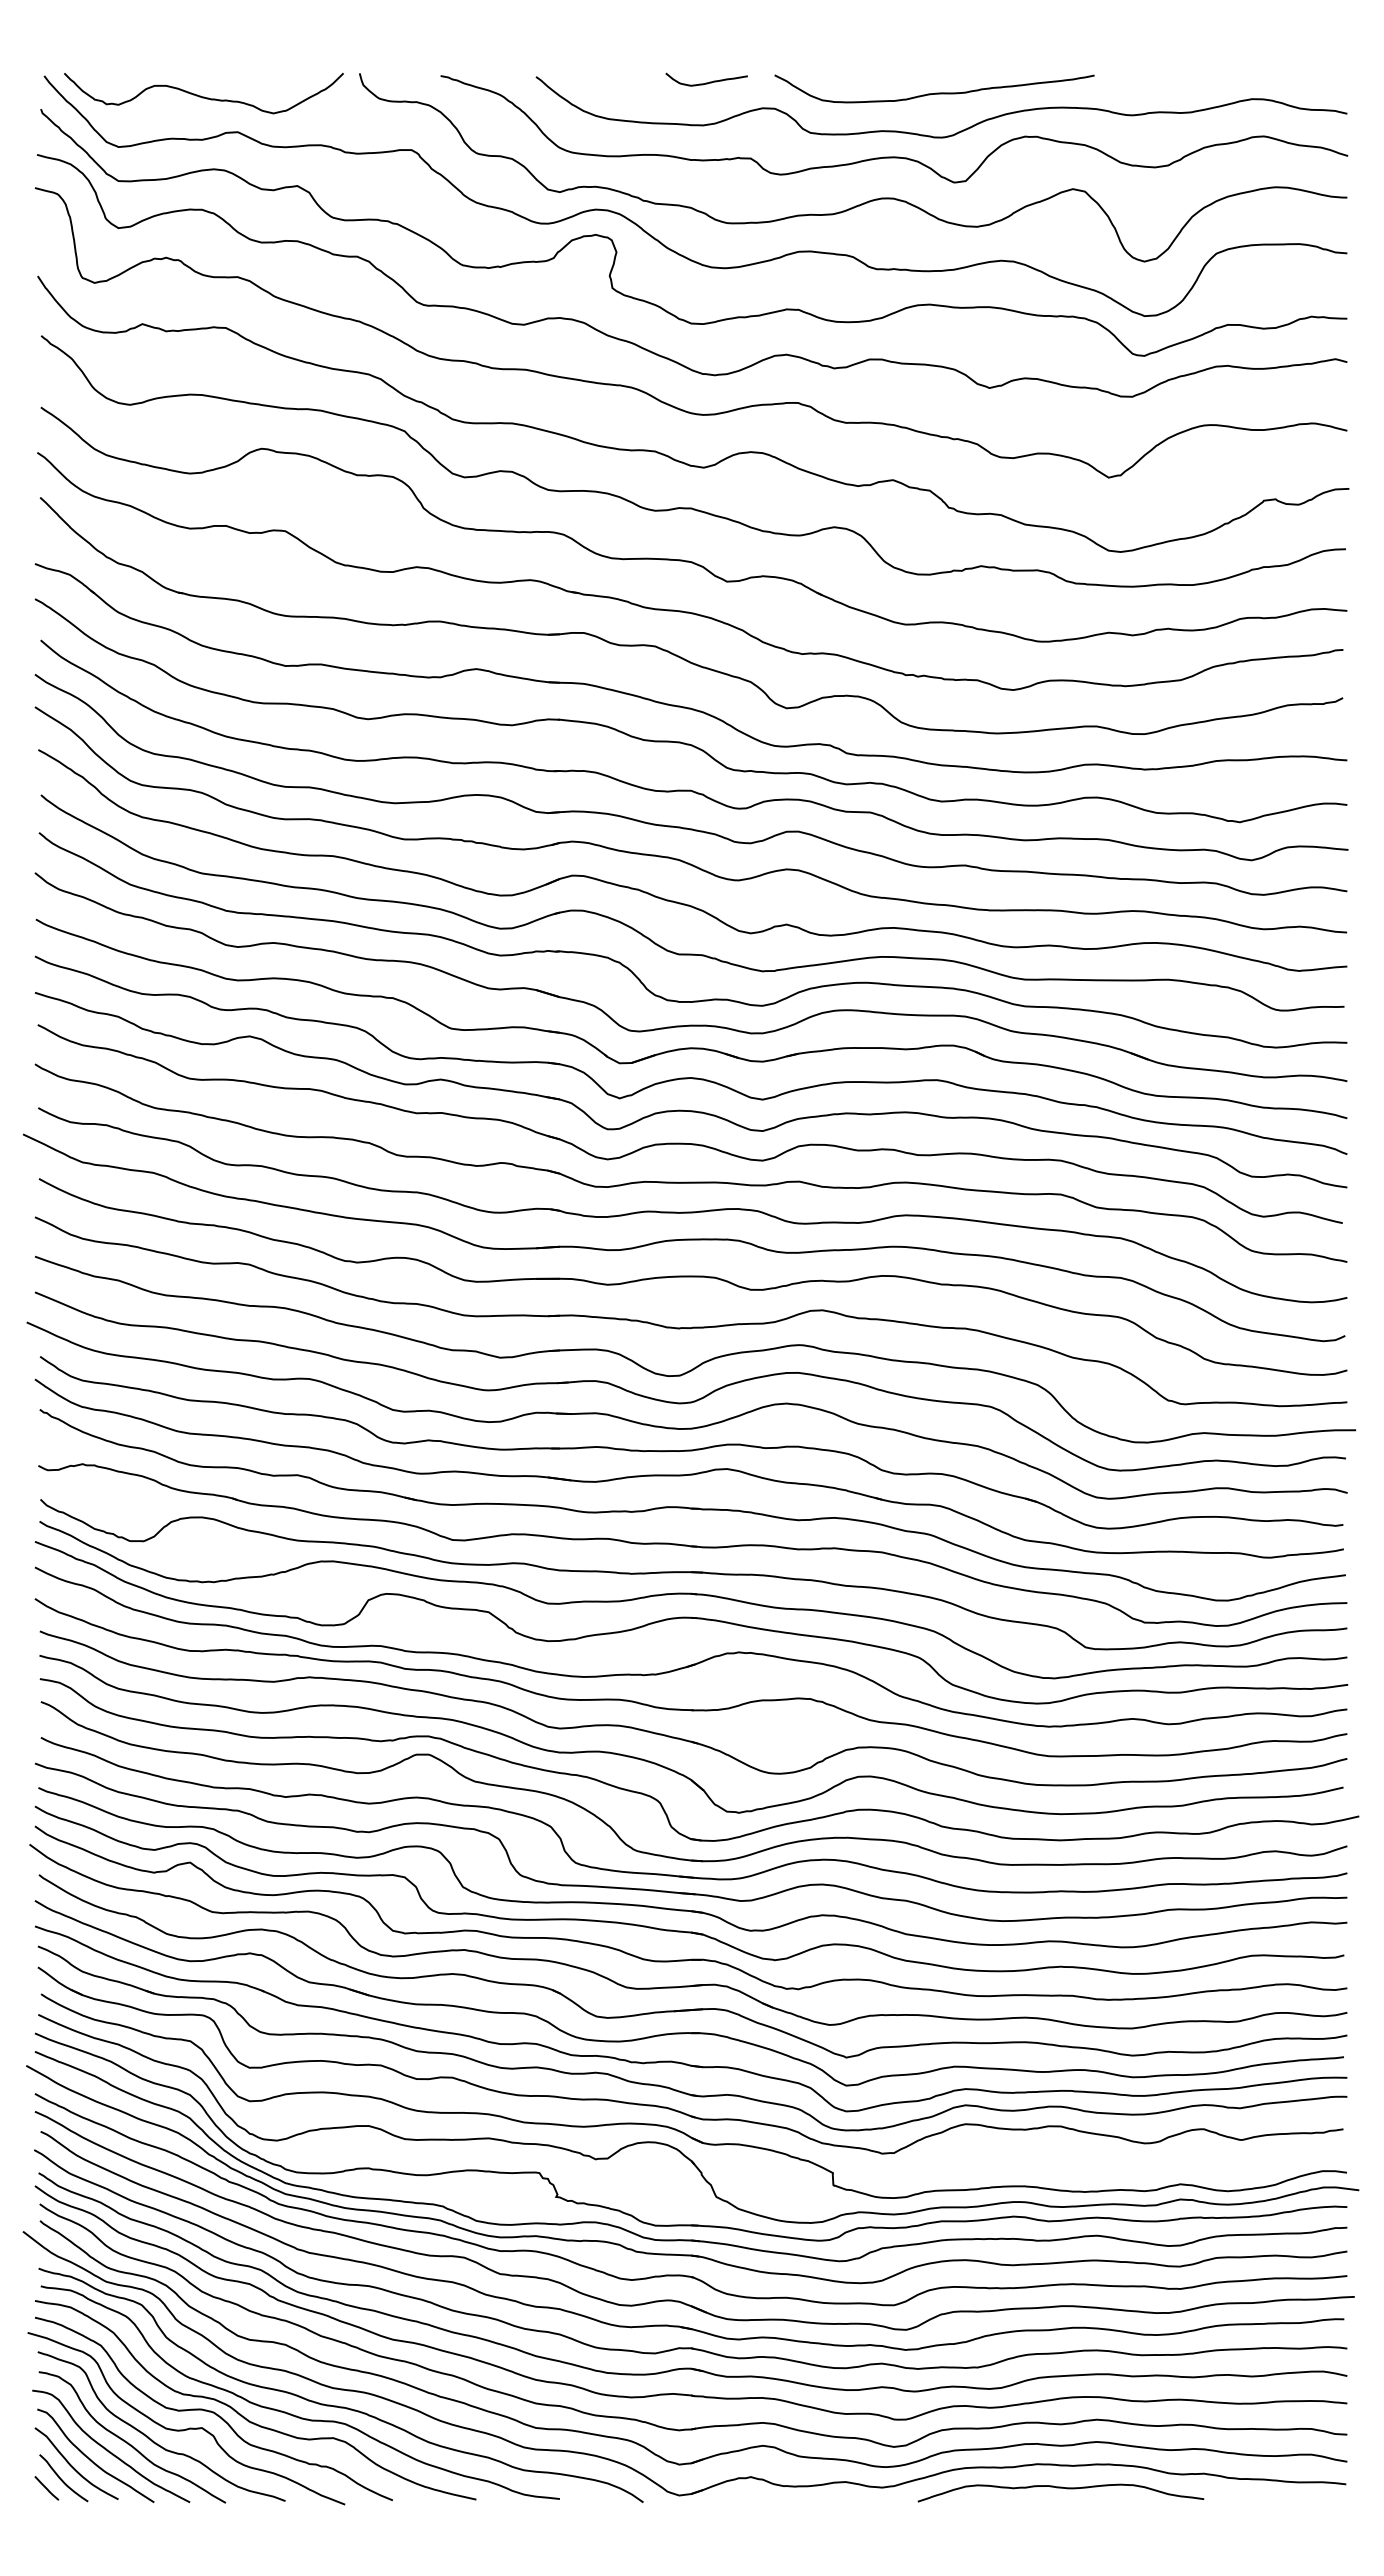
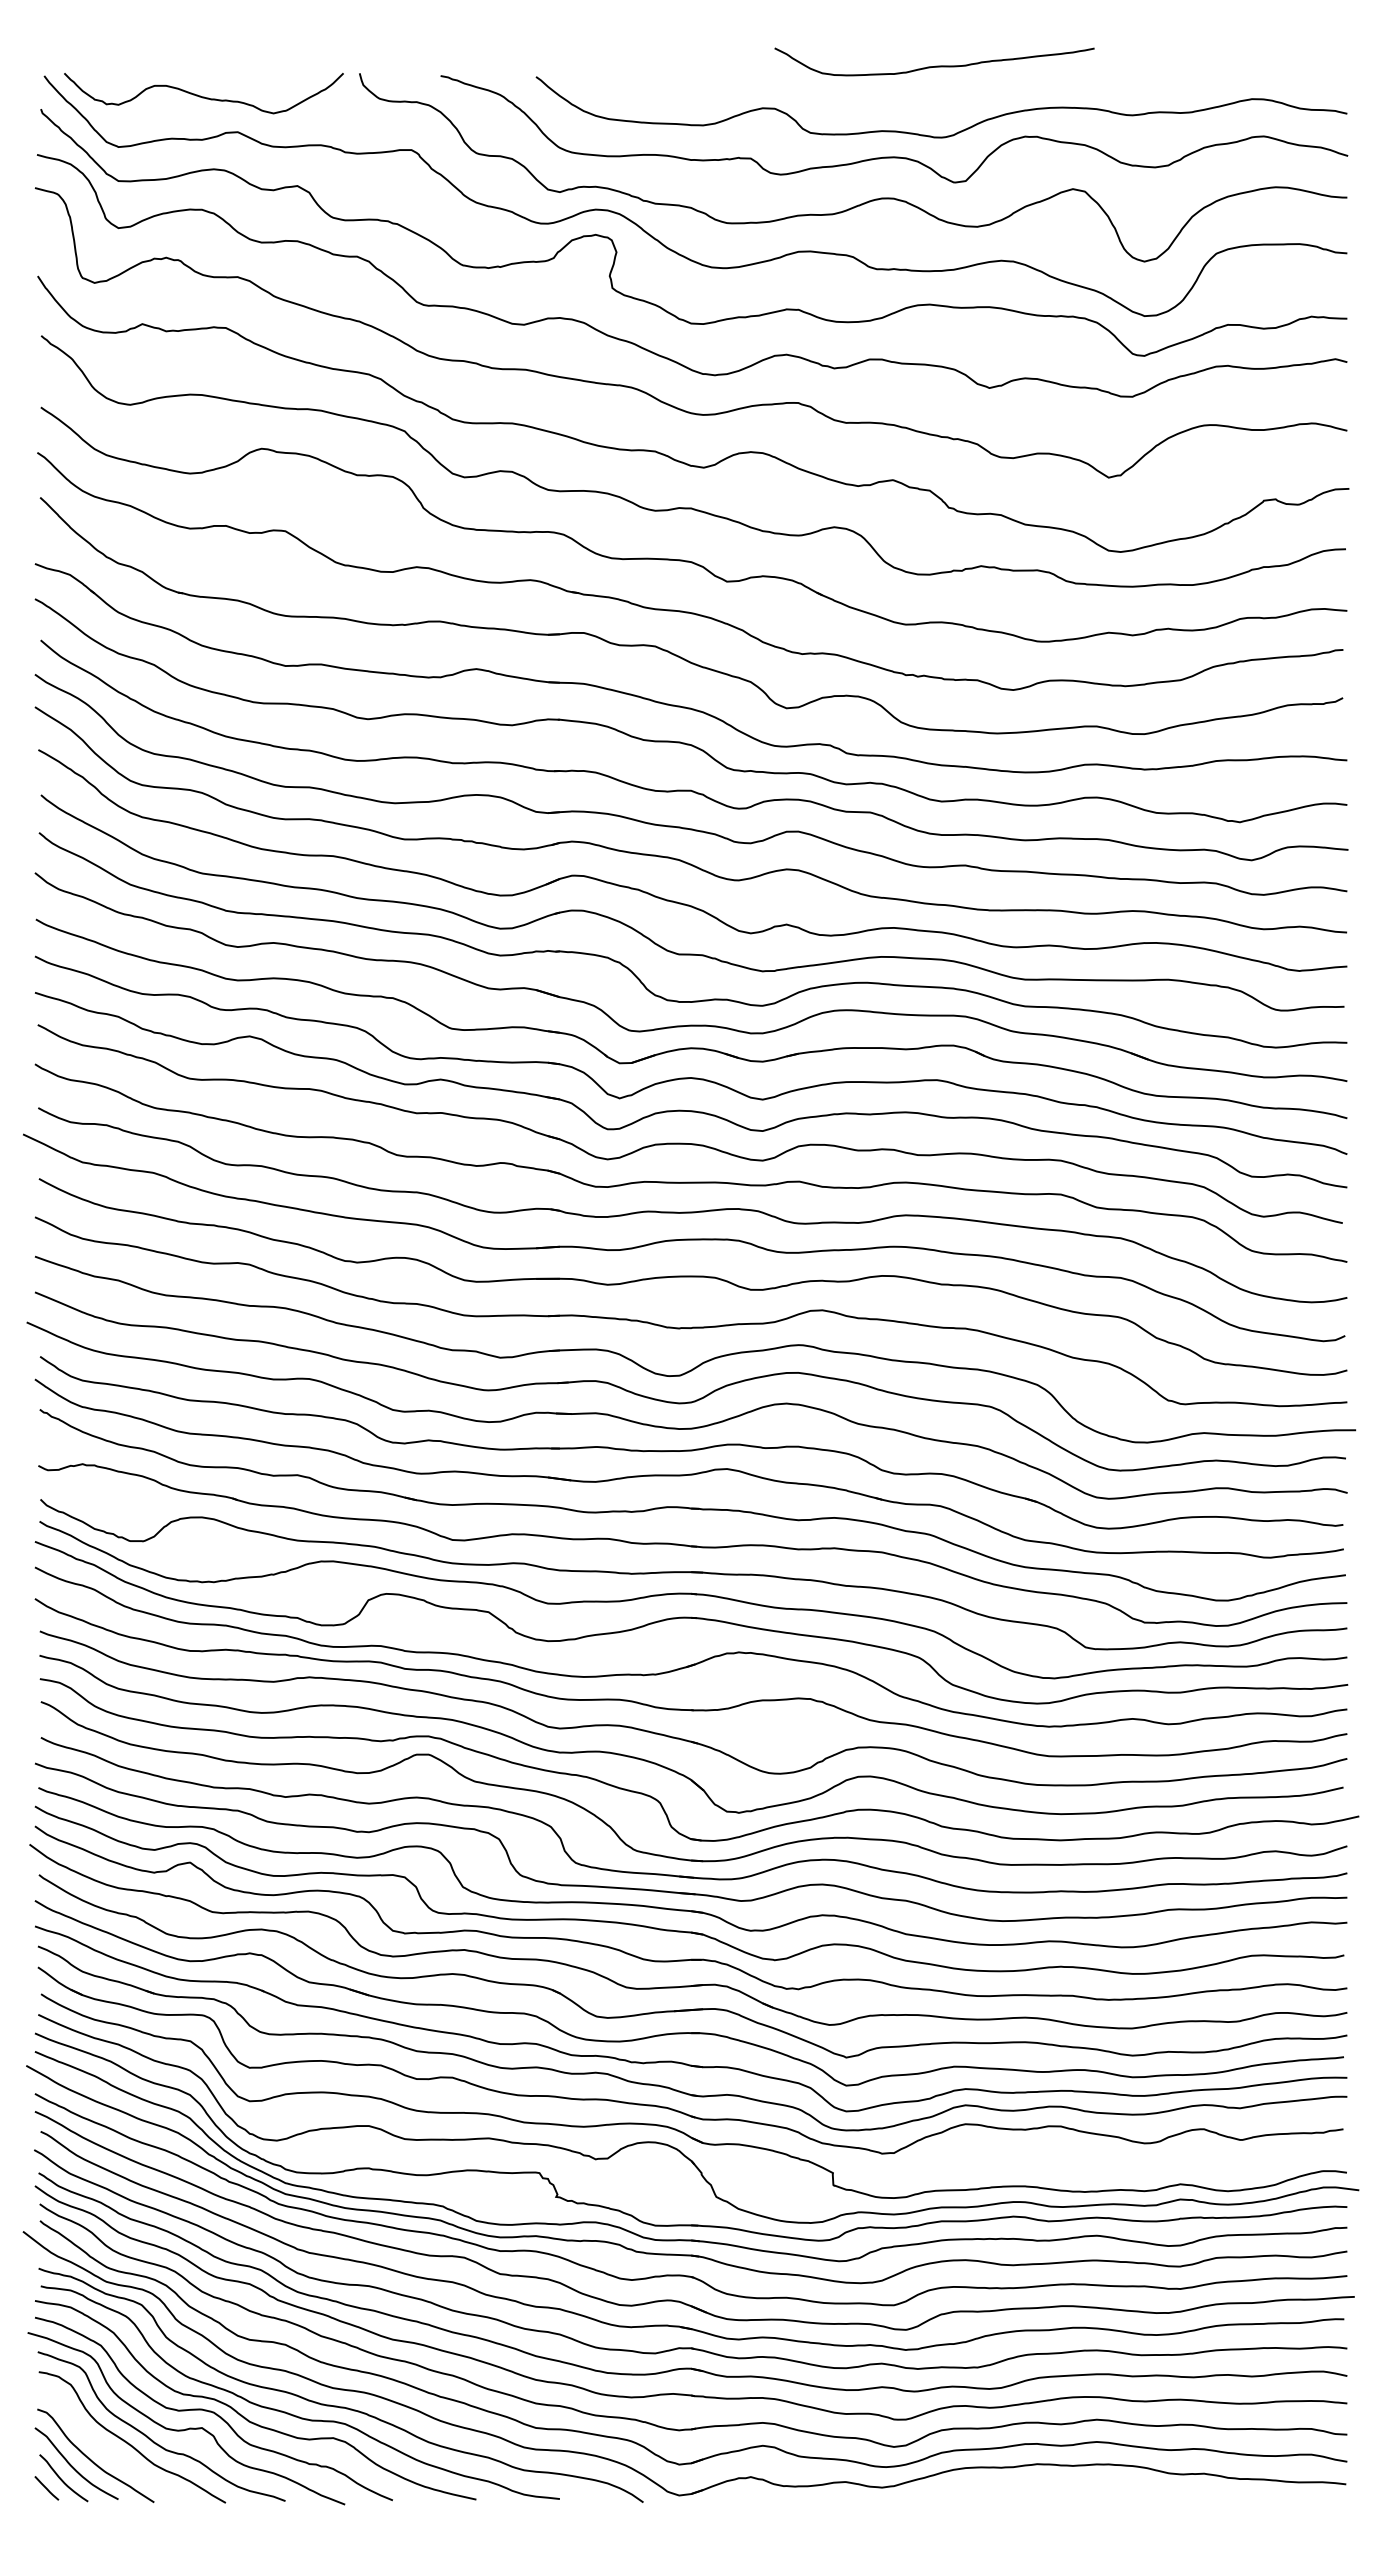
curve at (706, 82): present -> none
curve at (935, 92) position: (935, 92) -> (935, 65)
curve at (109, 2450): present -> none
curve at (1060, 2488): present -> none
